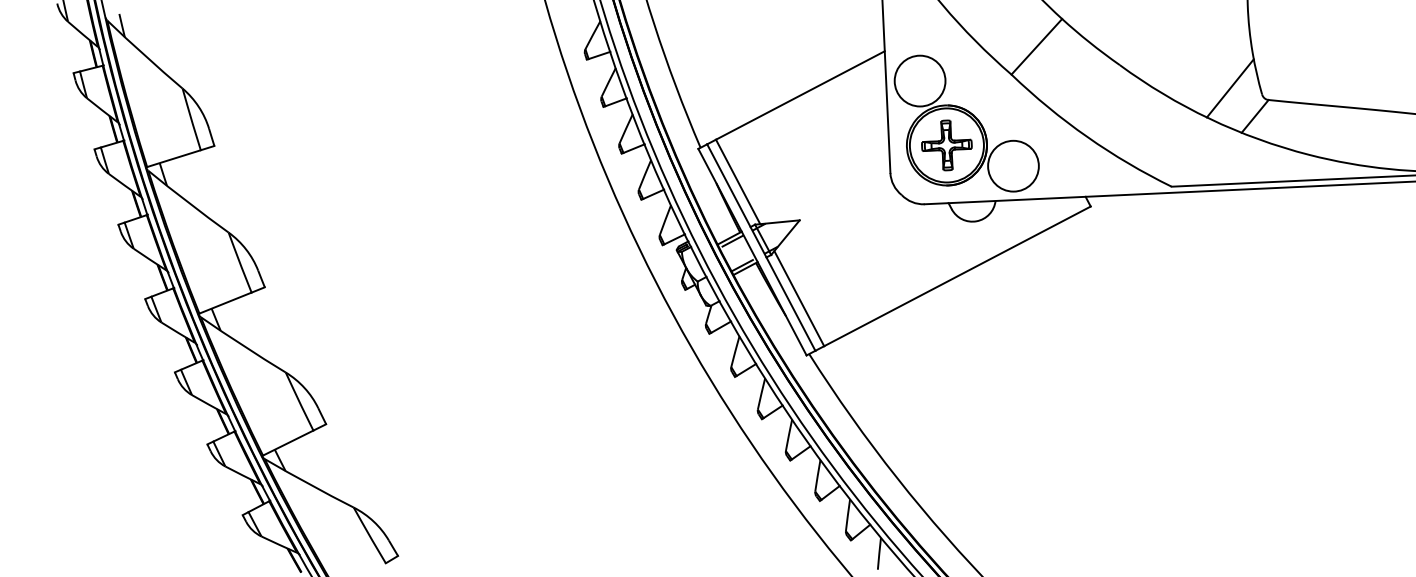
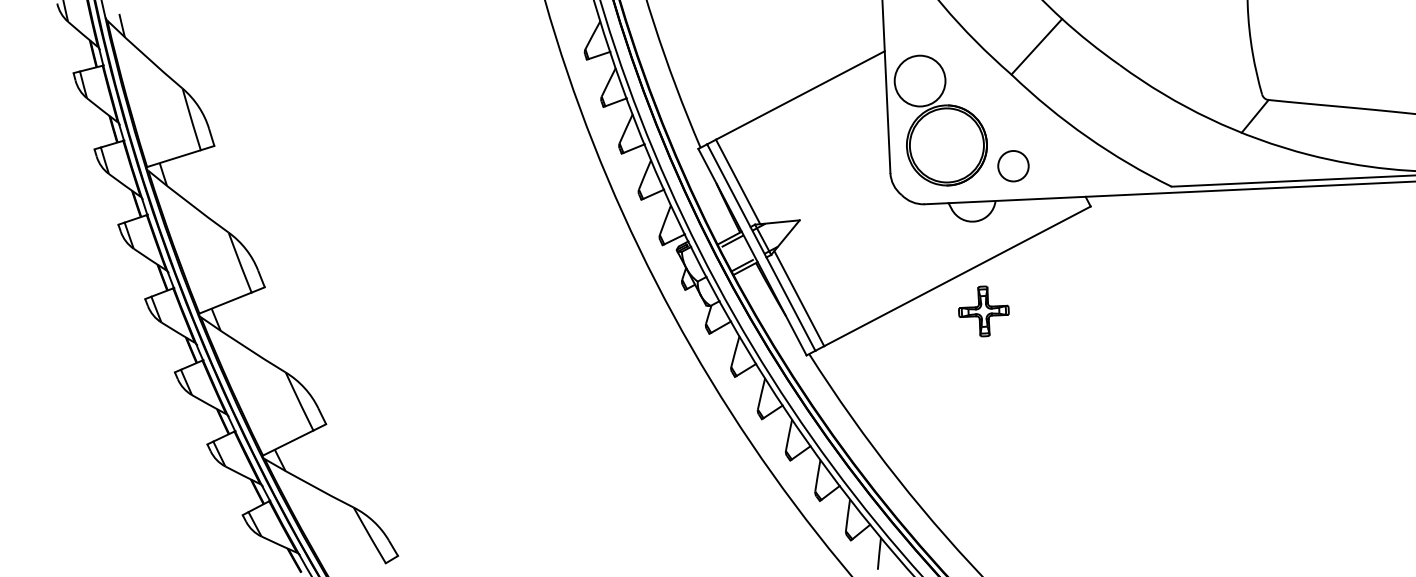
line at (1229, 88): present -> none
part at (946, 145) position: (946, 145) -> (983, 311)
circle at (1013, 165) diameter: 51 px -> 30 px
